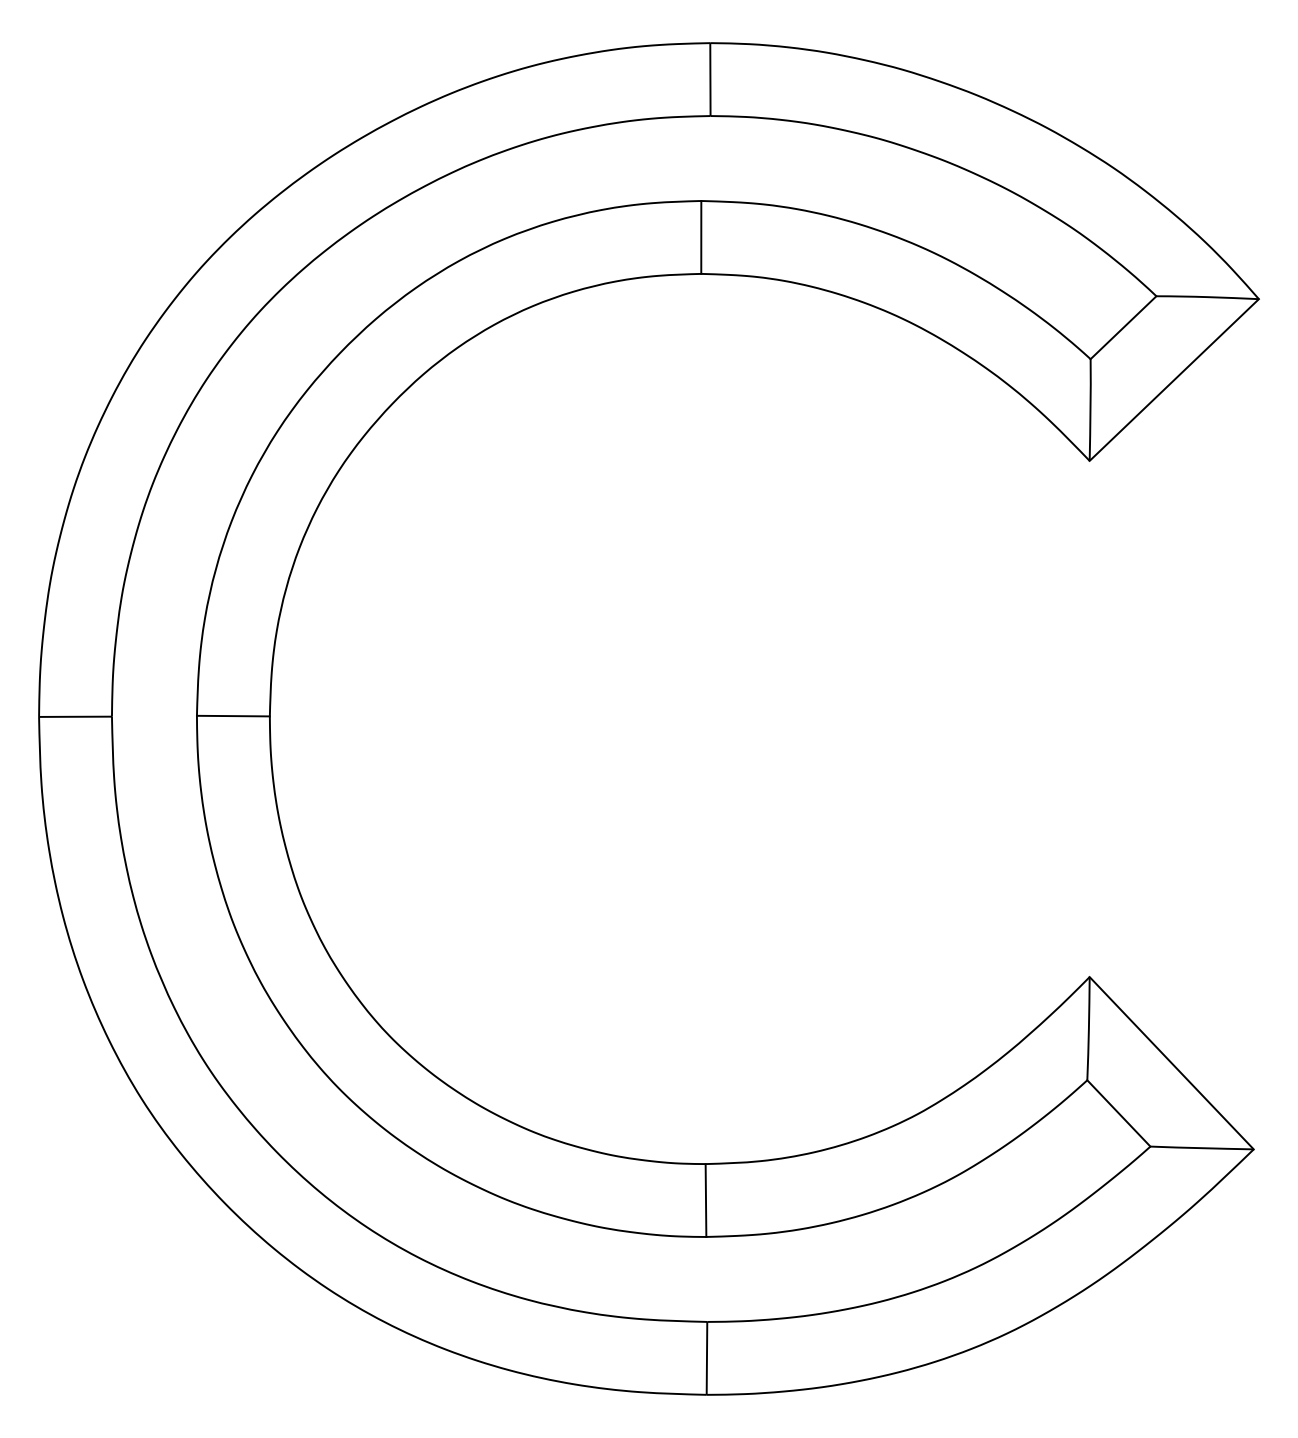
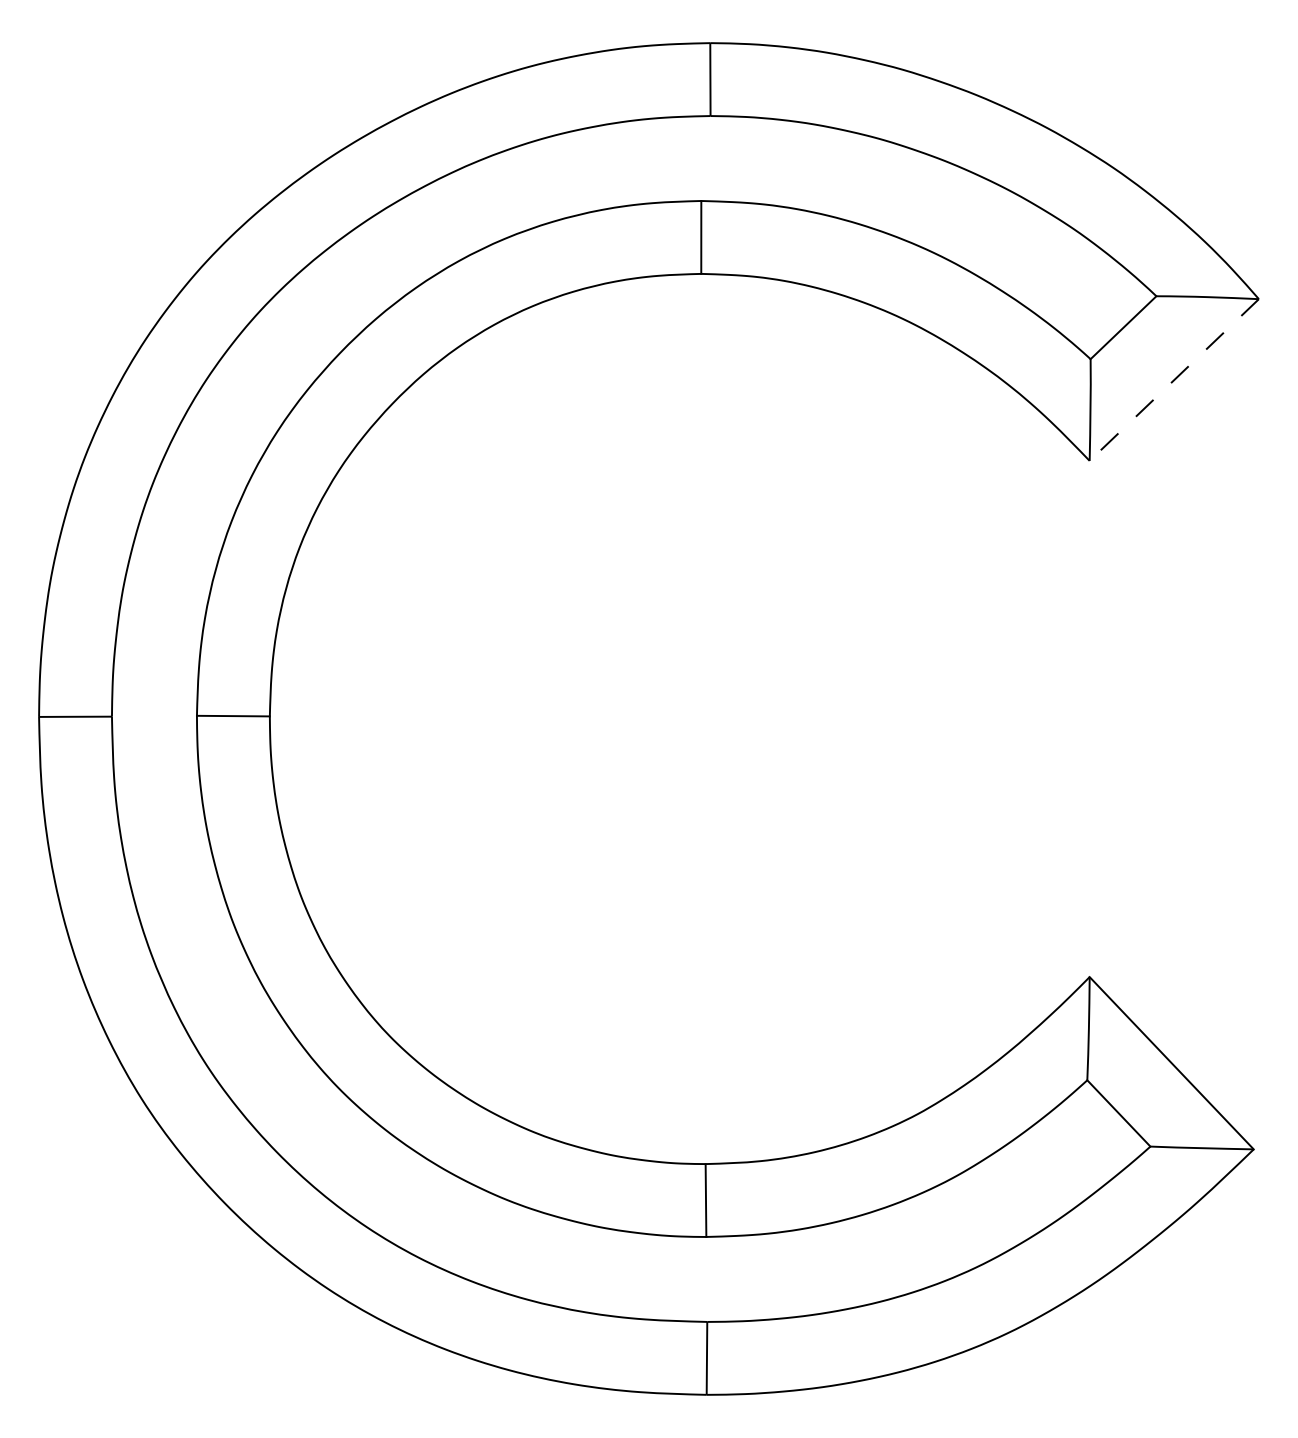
line at (1173, 380): solid -> dashed
